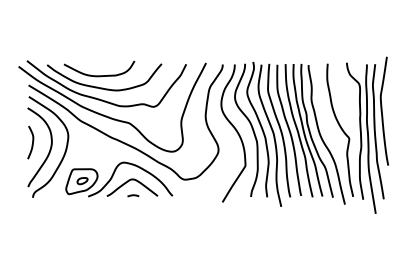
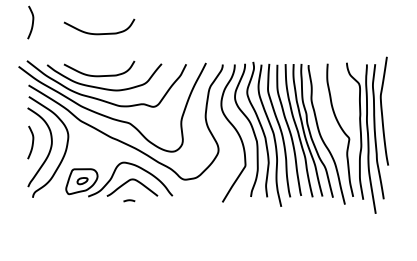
curve at (32, 22): none -> present
curve at (99, 33): none -> present
curve at (133, 195) position: (133, 195) -> (129, 200)
